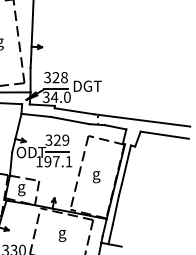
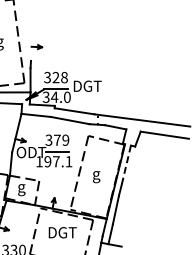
line at (32, 31): present -> none
text at (57, 139): 329 -> 379
line at (126, 164): solid -> dashed
text at (62, 234): g -> DGT
